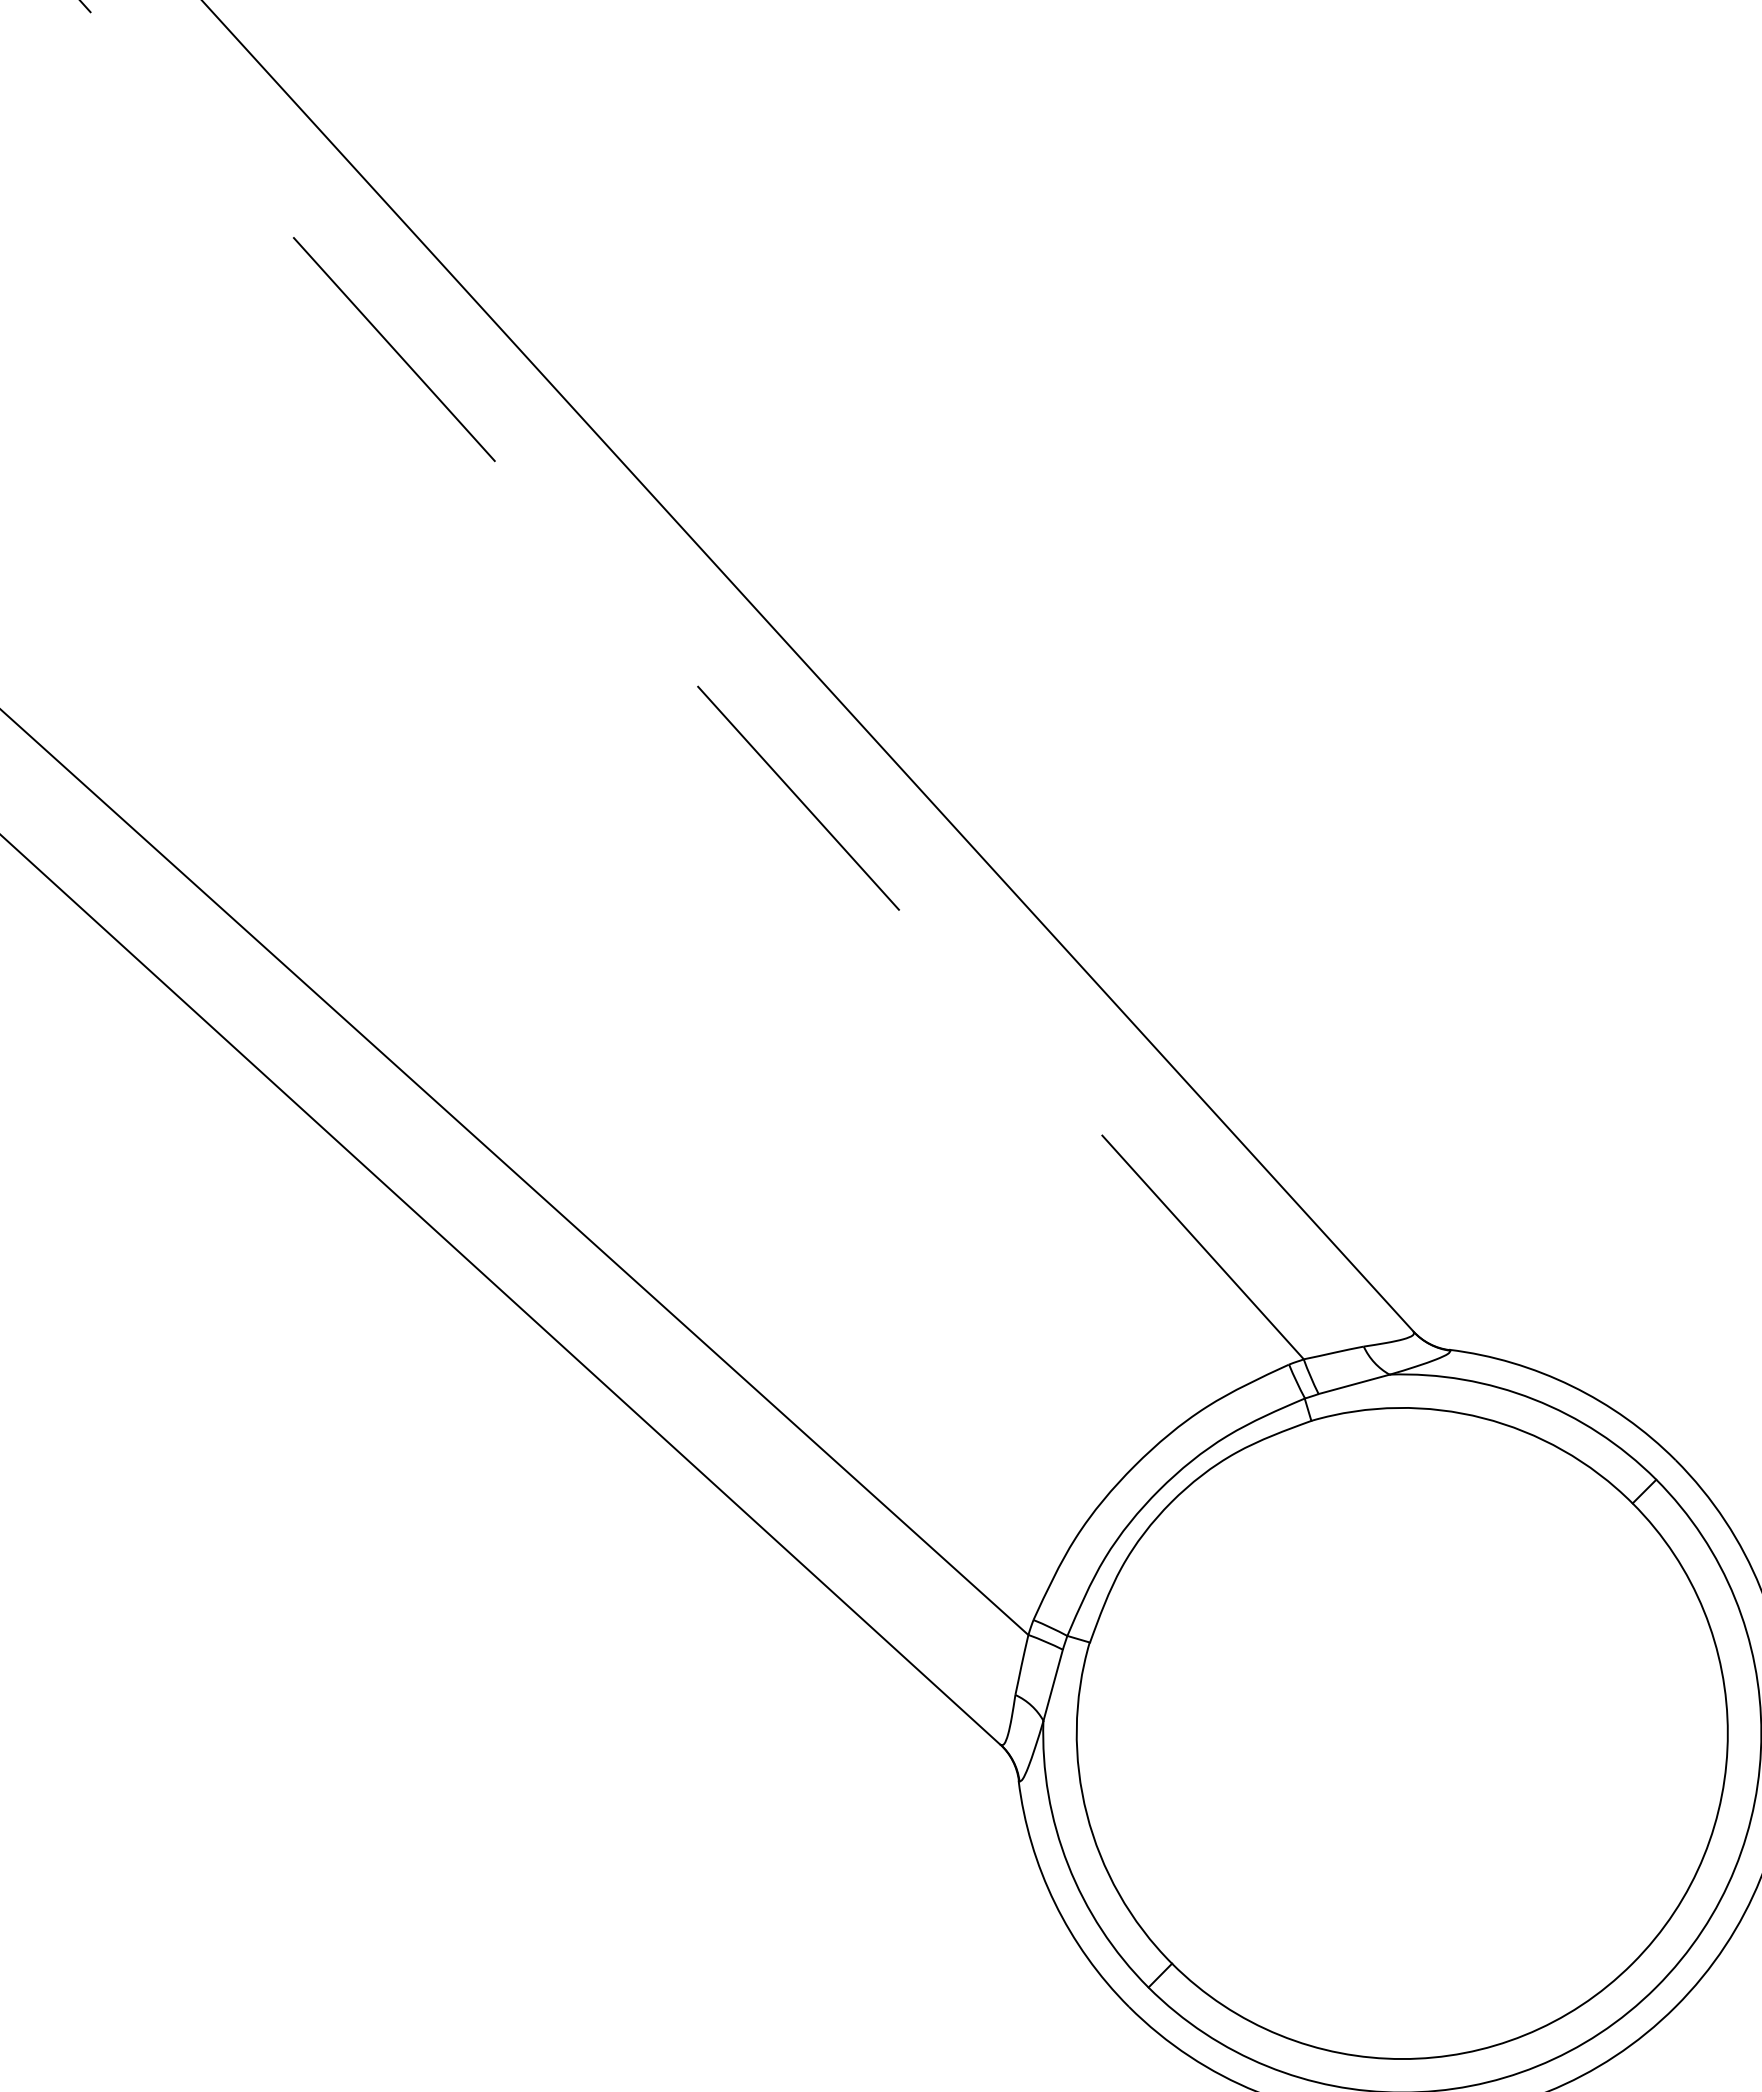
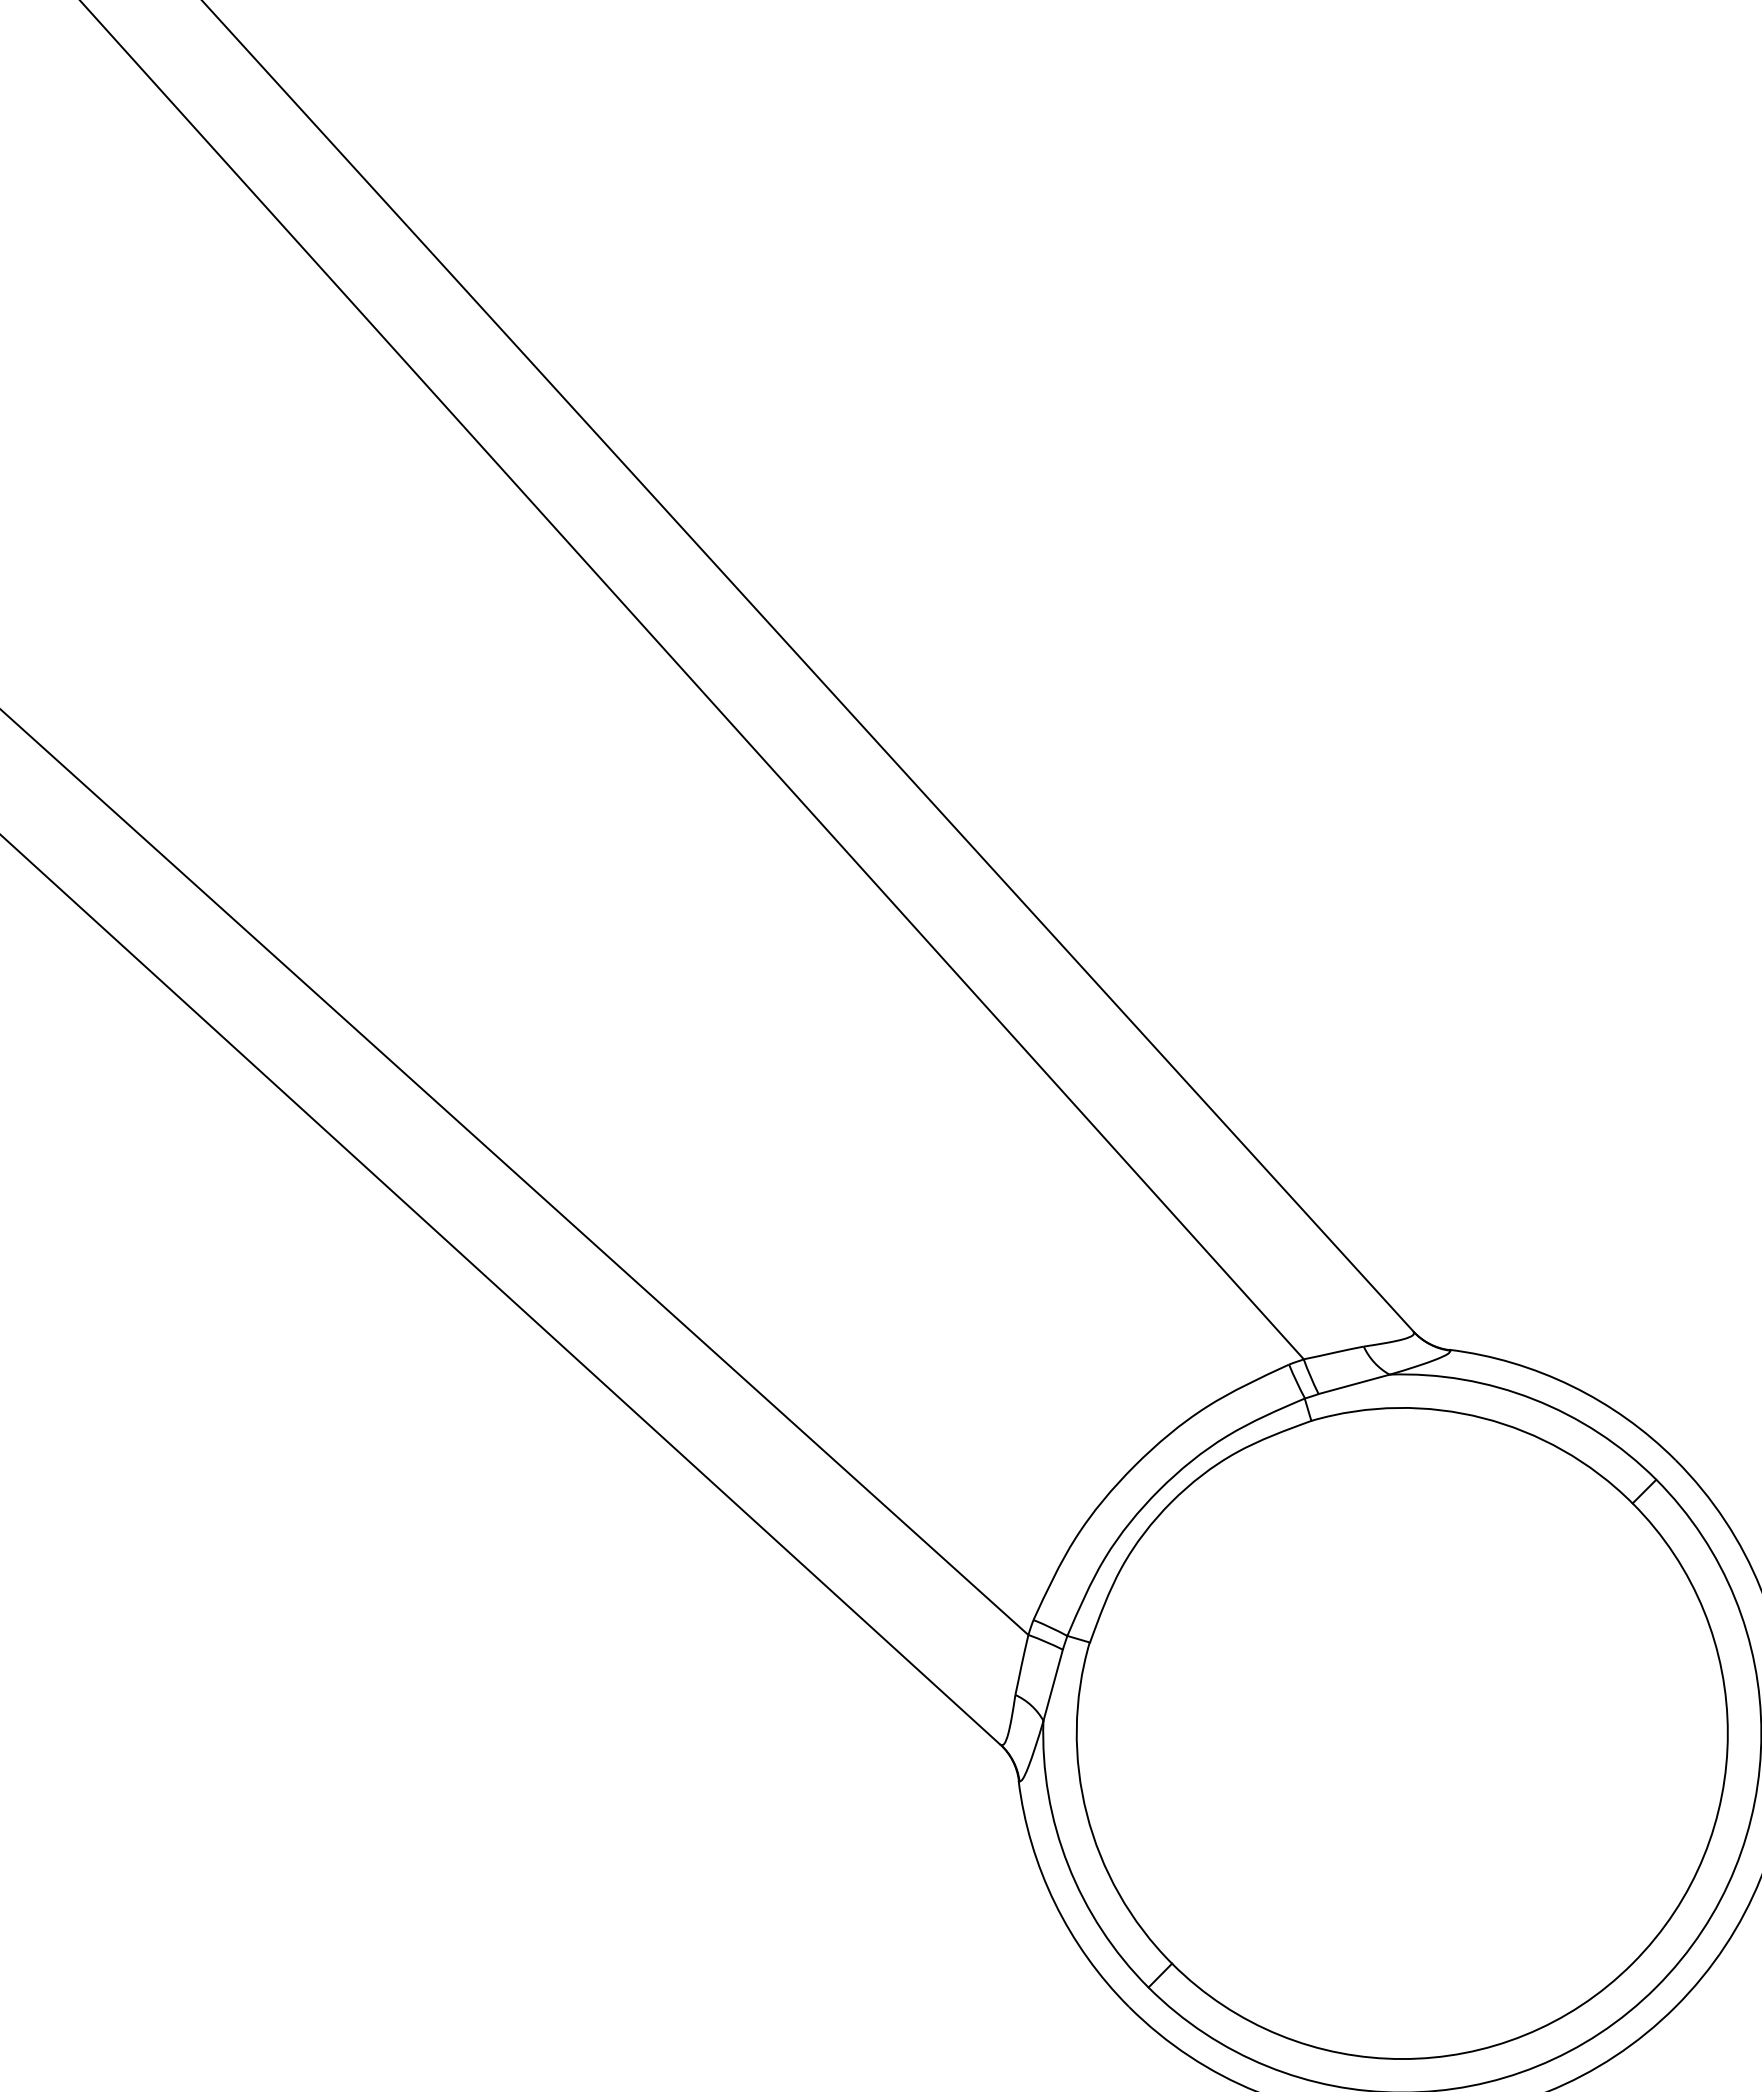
line at (691, 679): dashed -> solid
